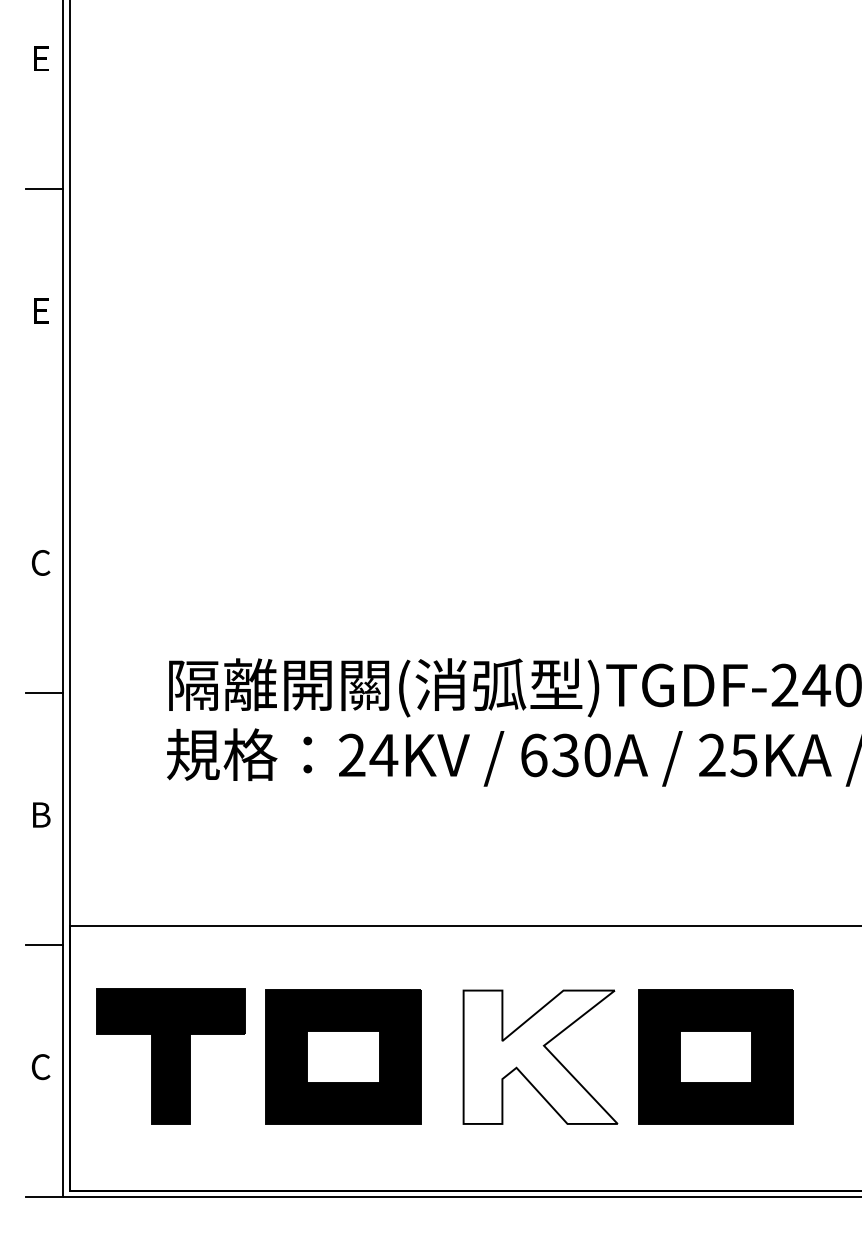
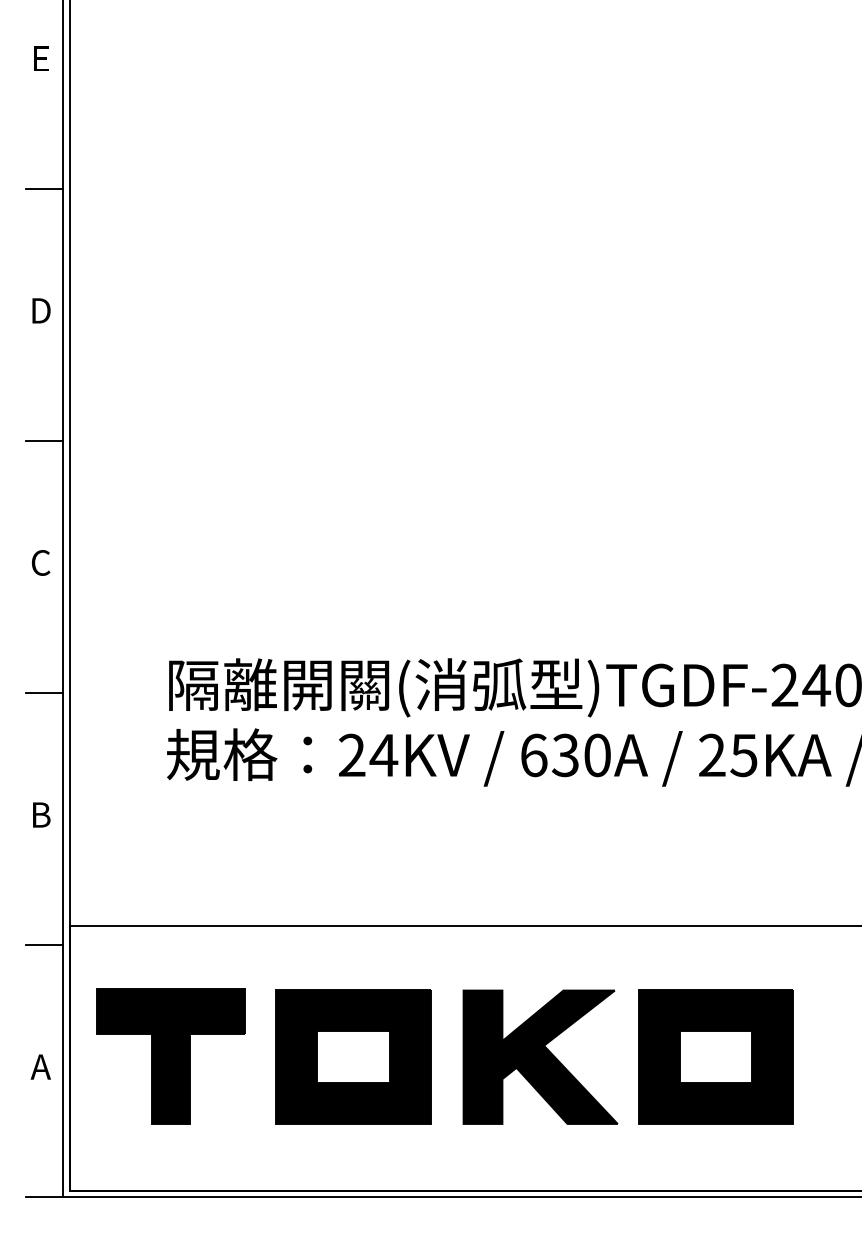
text at (41, 310): E -> D
line at (44, 440): none -> present
part at (343, 1056) position: (343, 1056) -> (353, 1056)
fill at (540, 1056): none -> present
text at (40, 1067): C -> A
